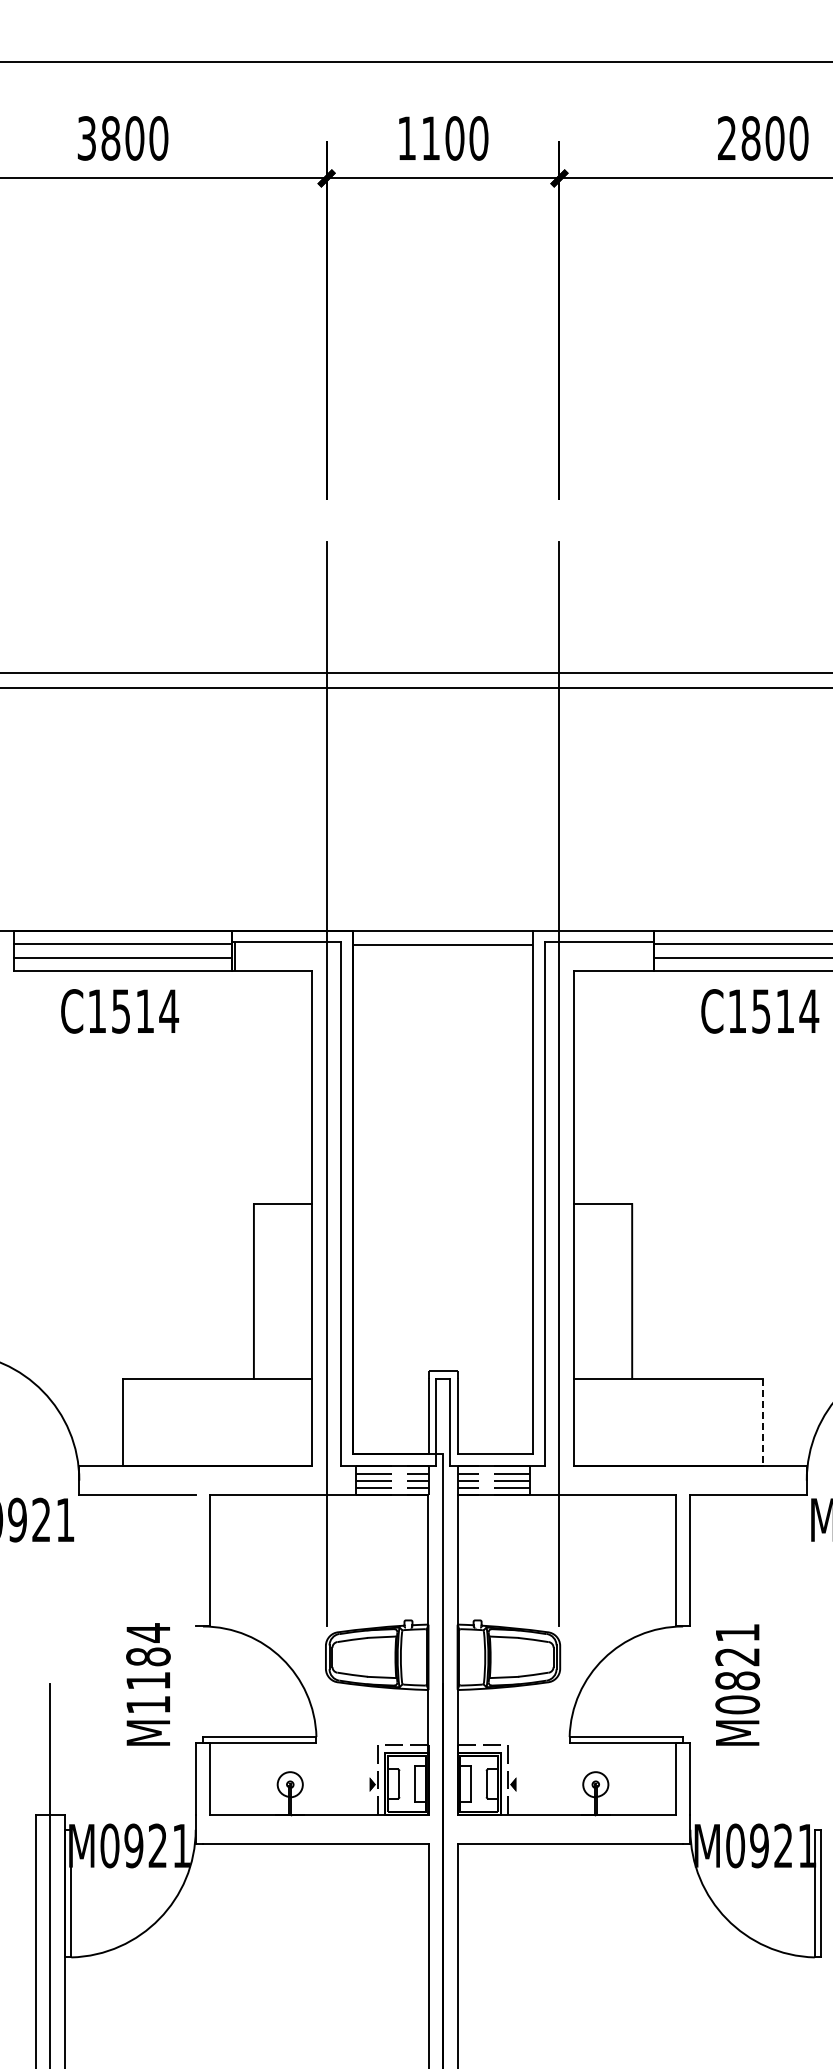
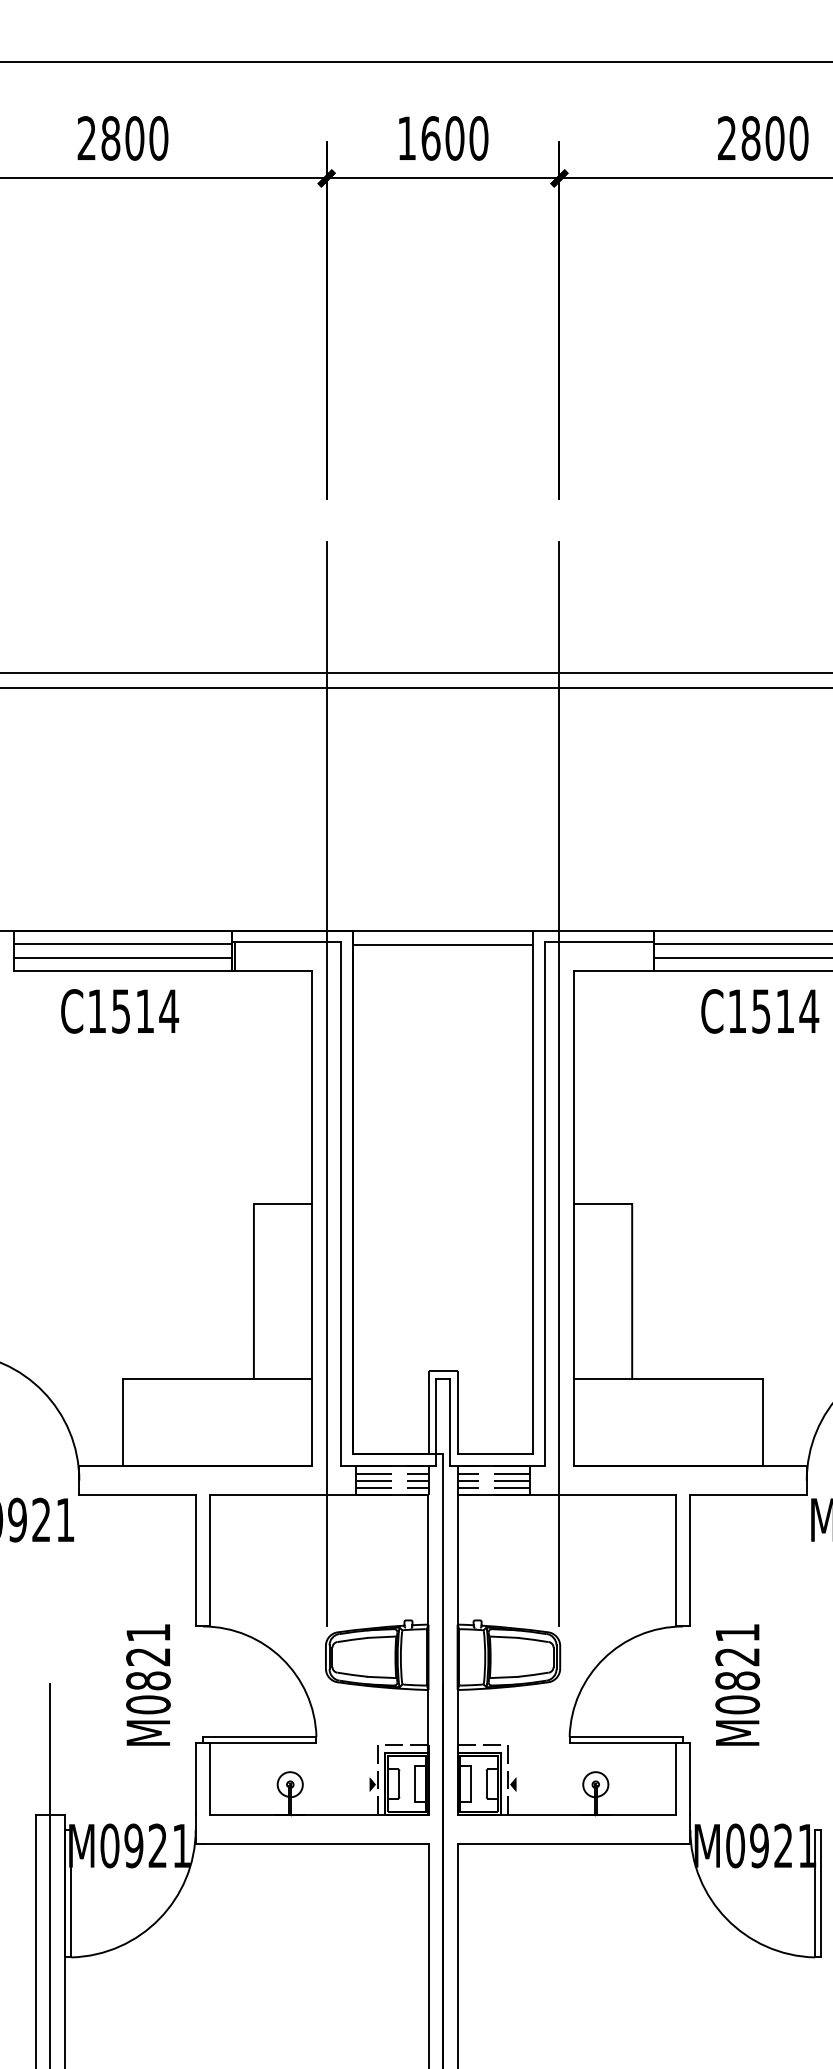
text at (86, 138): 3800 -> 2800
text at (430, 138): 1100 -> 1600
line at (763, 1422): dashed -> solid
line at (195, 1560): none -> present
text at (148, 1668): M1184 -> M0821
